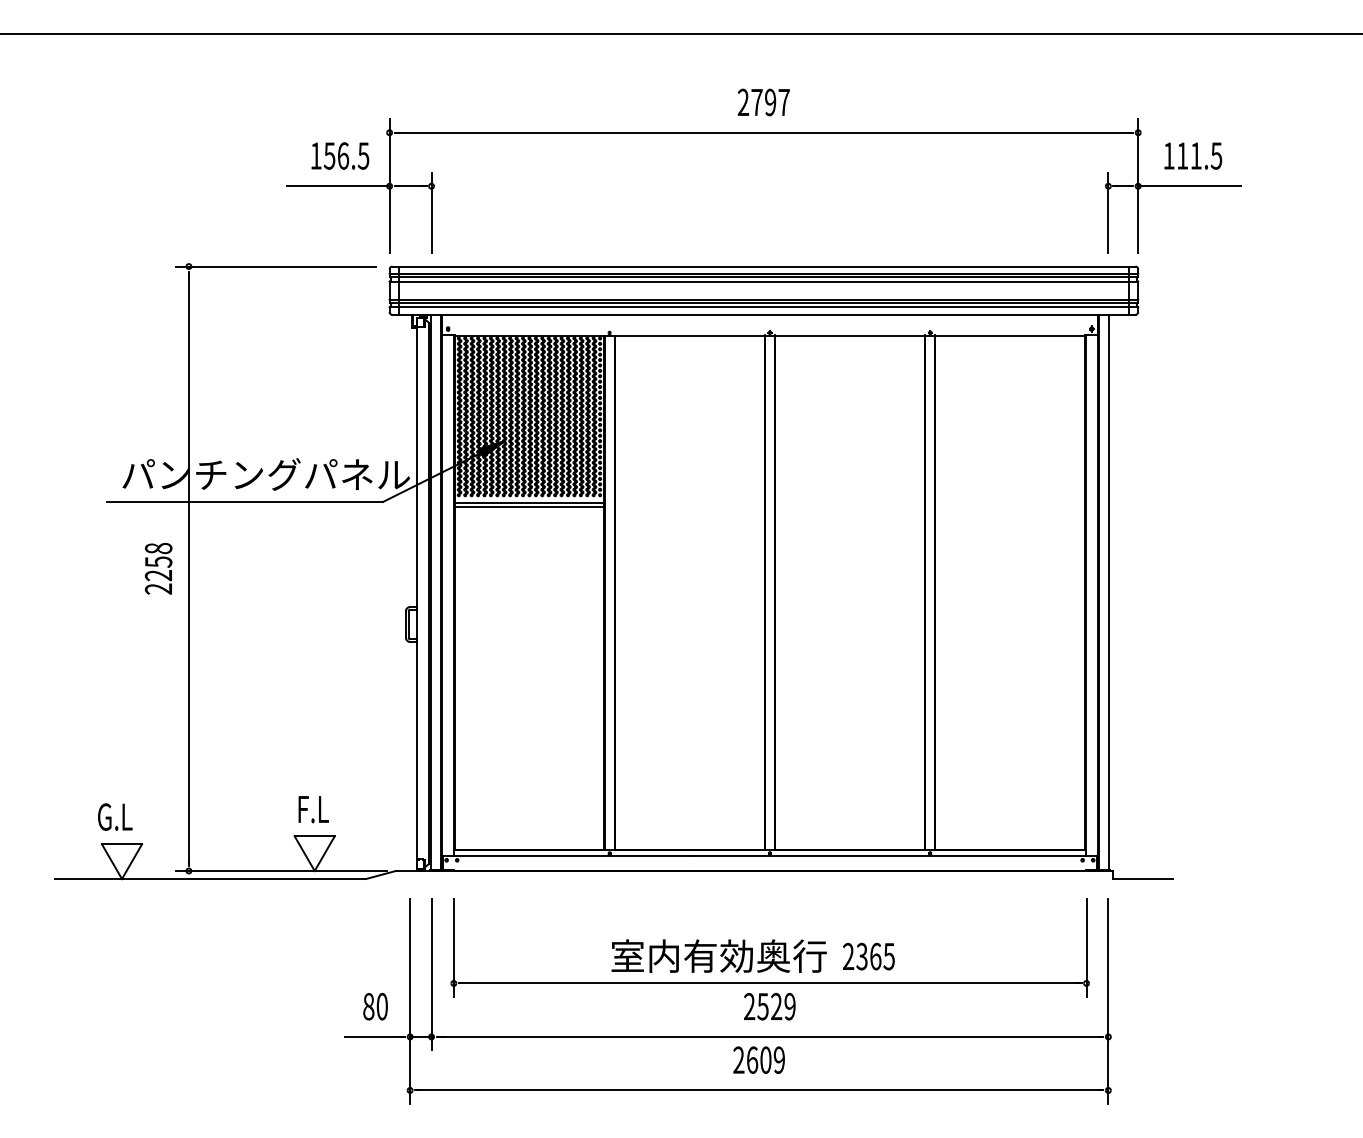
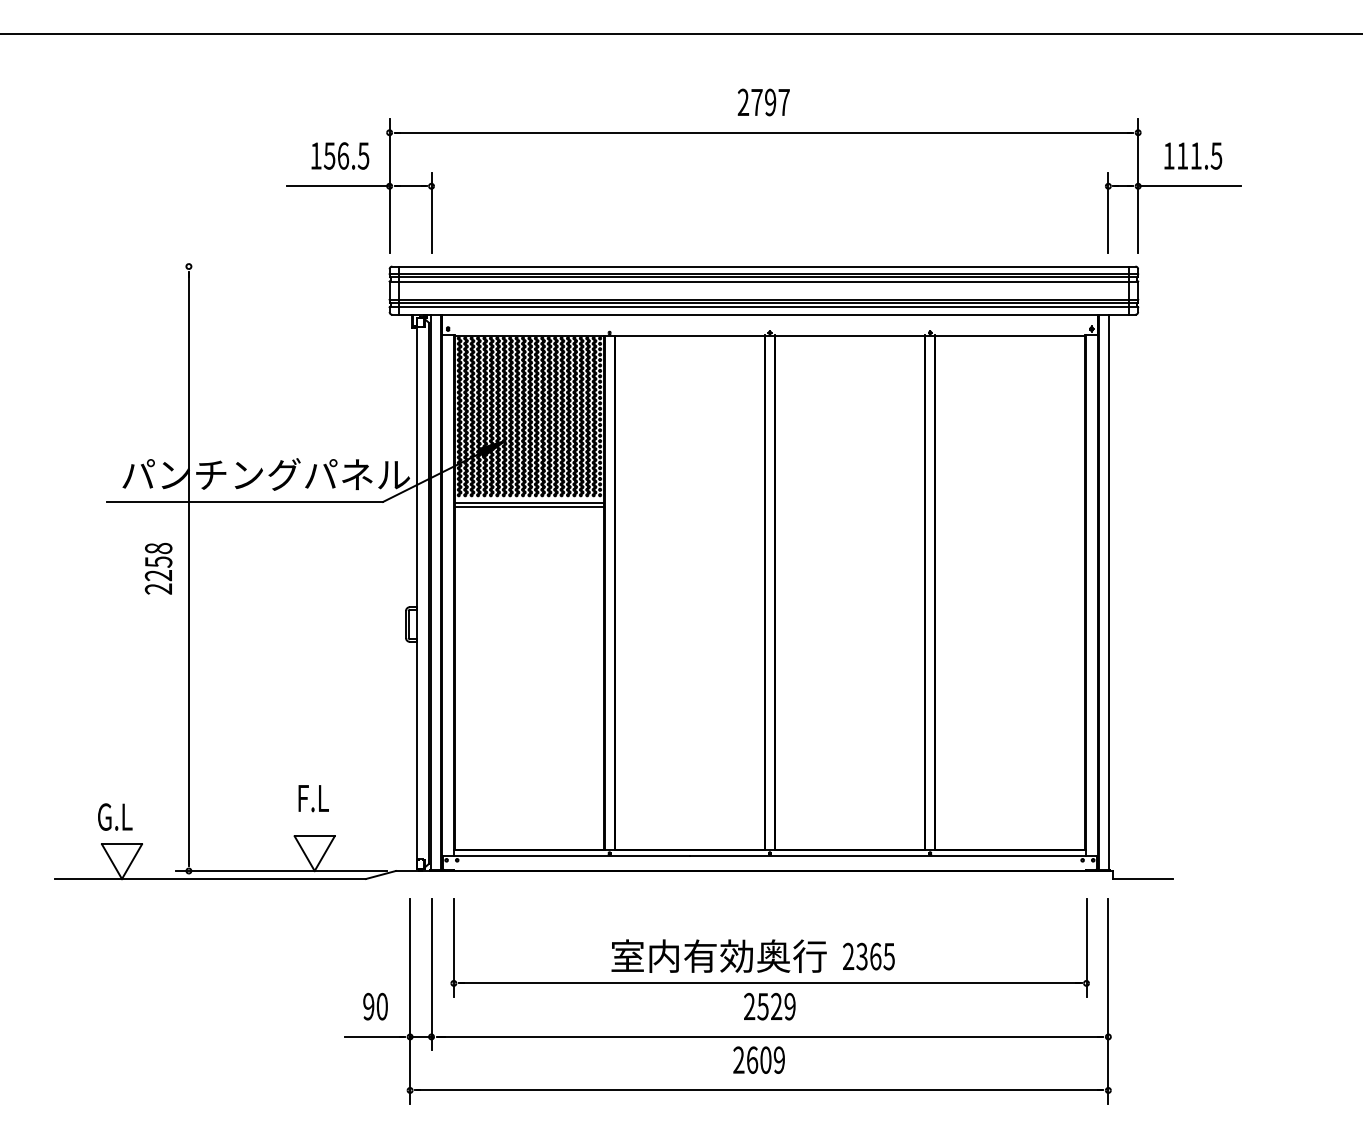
line at (275, 266): present -> none
text at (313, 809) position: (313, 809) -> (313, 798)
text at (368, 1006): 80 -> 90
